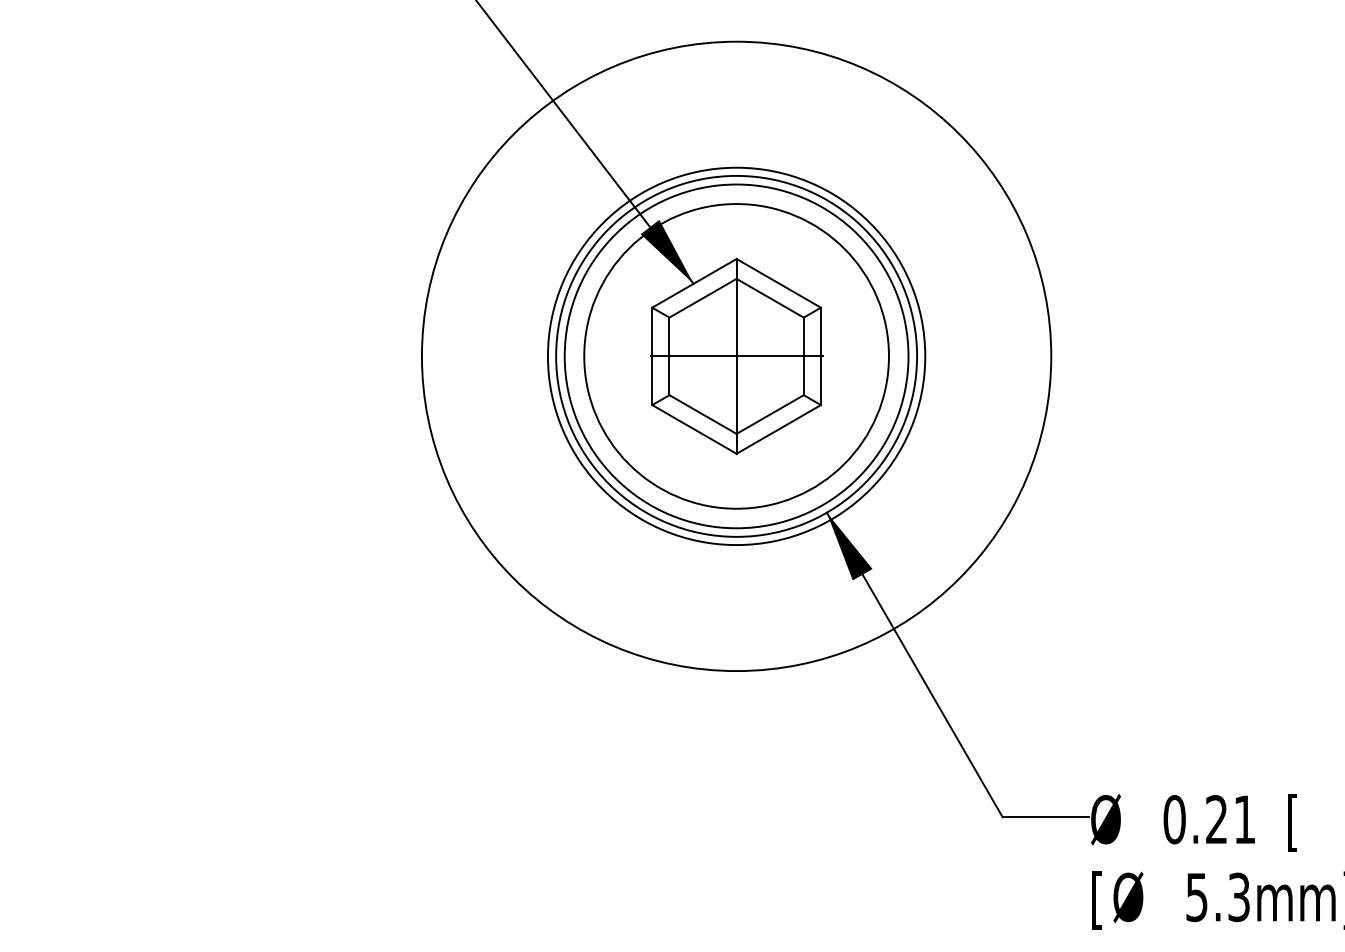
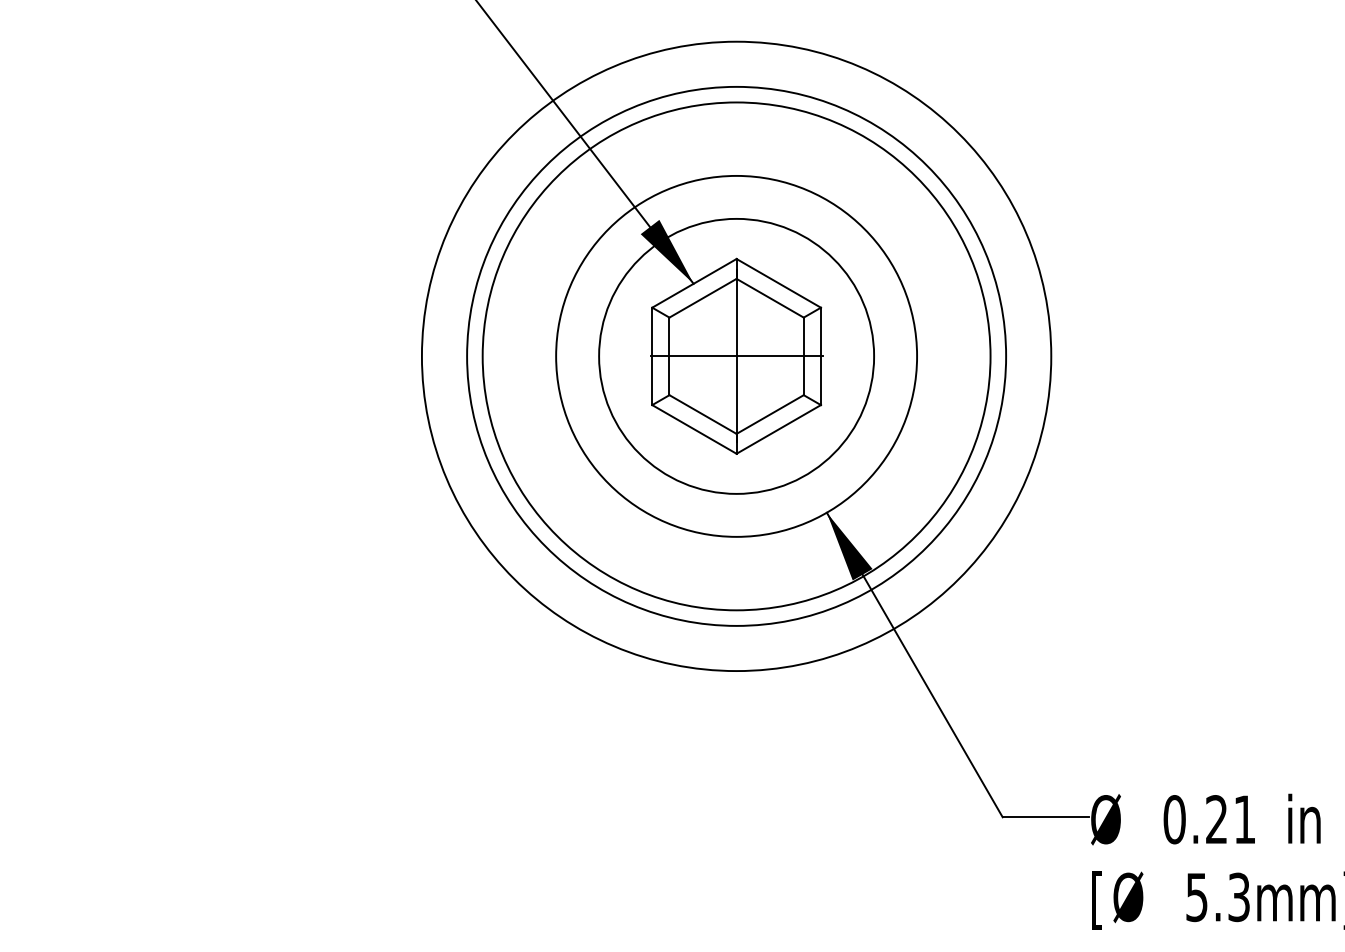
circle at (736, 356) diameter: 305 px -> 508 px
circle at (736, 356) diameter: 344 px -> 275 px
circle at (736, 356) diameter: 377 px -> 539 px
text at (1304, 822): [ -> in
